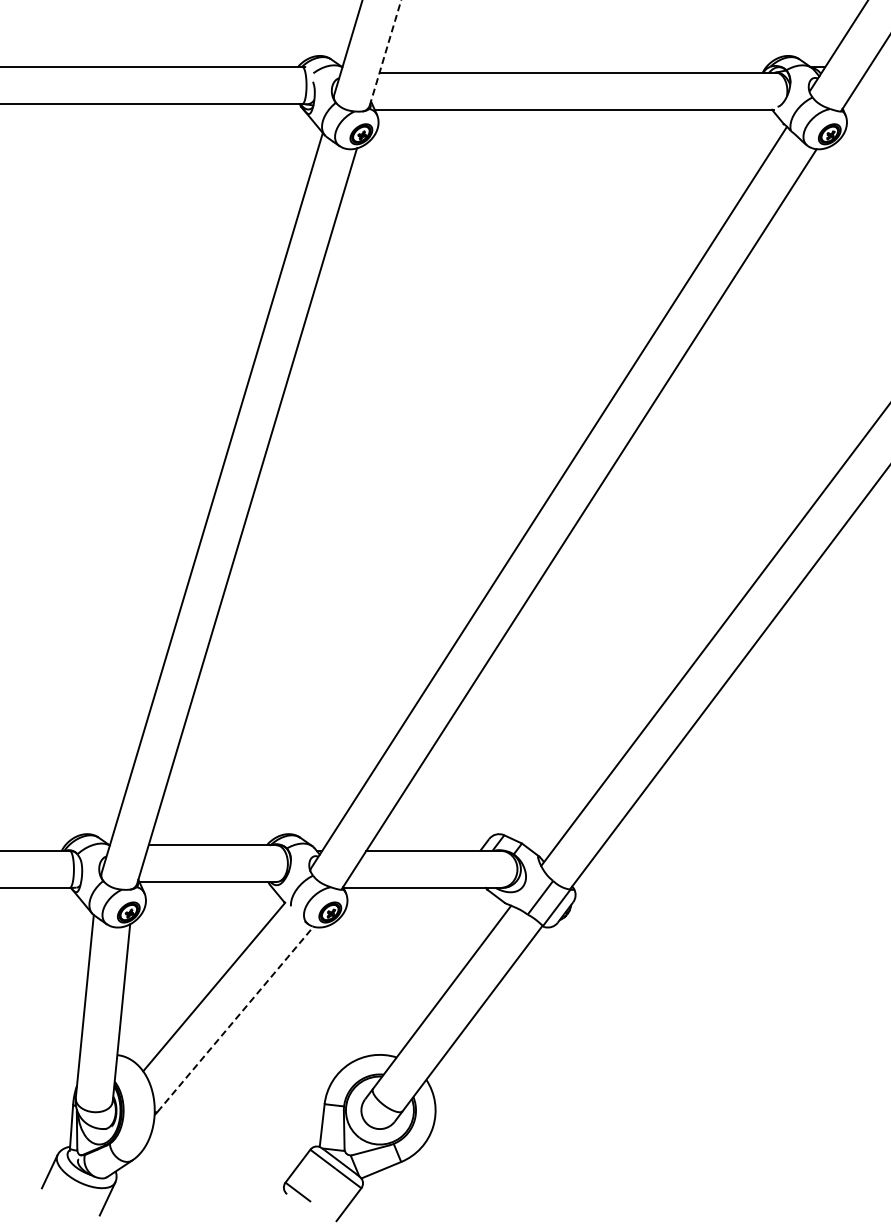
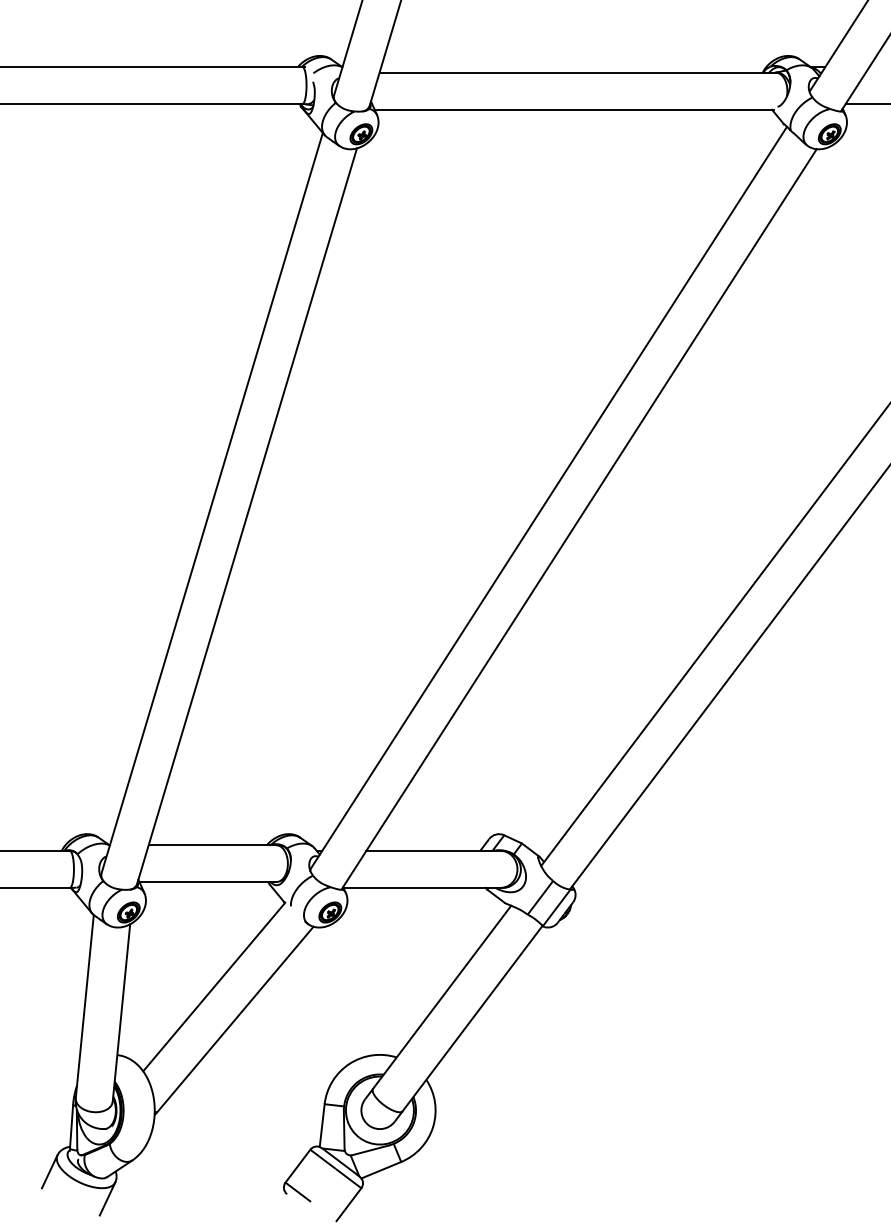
line at (385, 53): dashed -> solid
line at (866, 104): none -> present
line at (235, 1018): dashed -> solid
